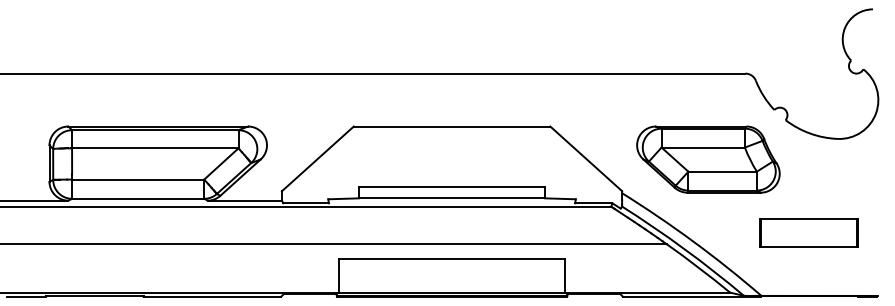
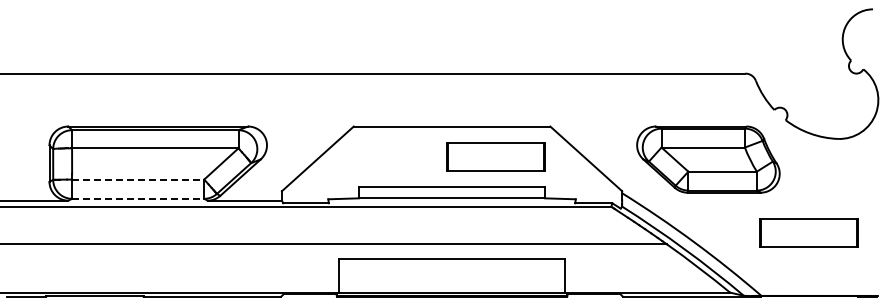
part at (495, 156): none -> present
line at (138, 179): solid -> dashed
line at (138, 198): solid -> dashed
